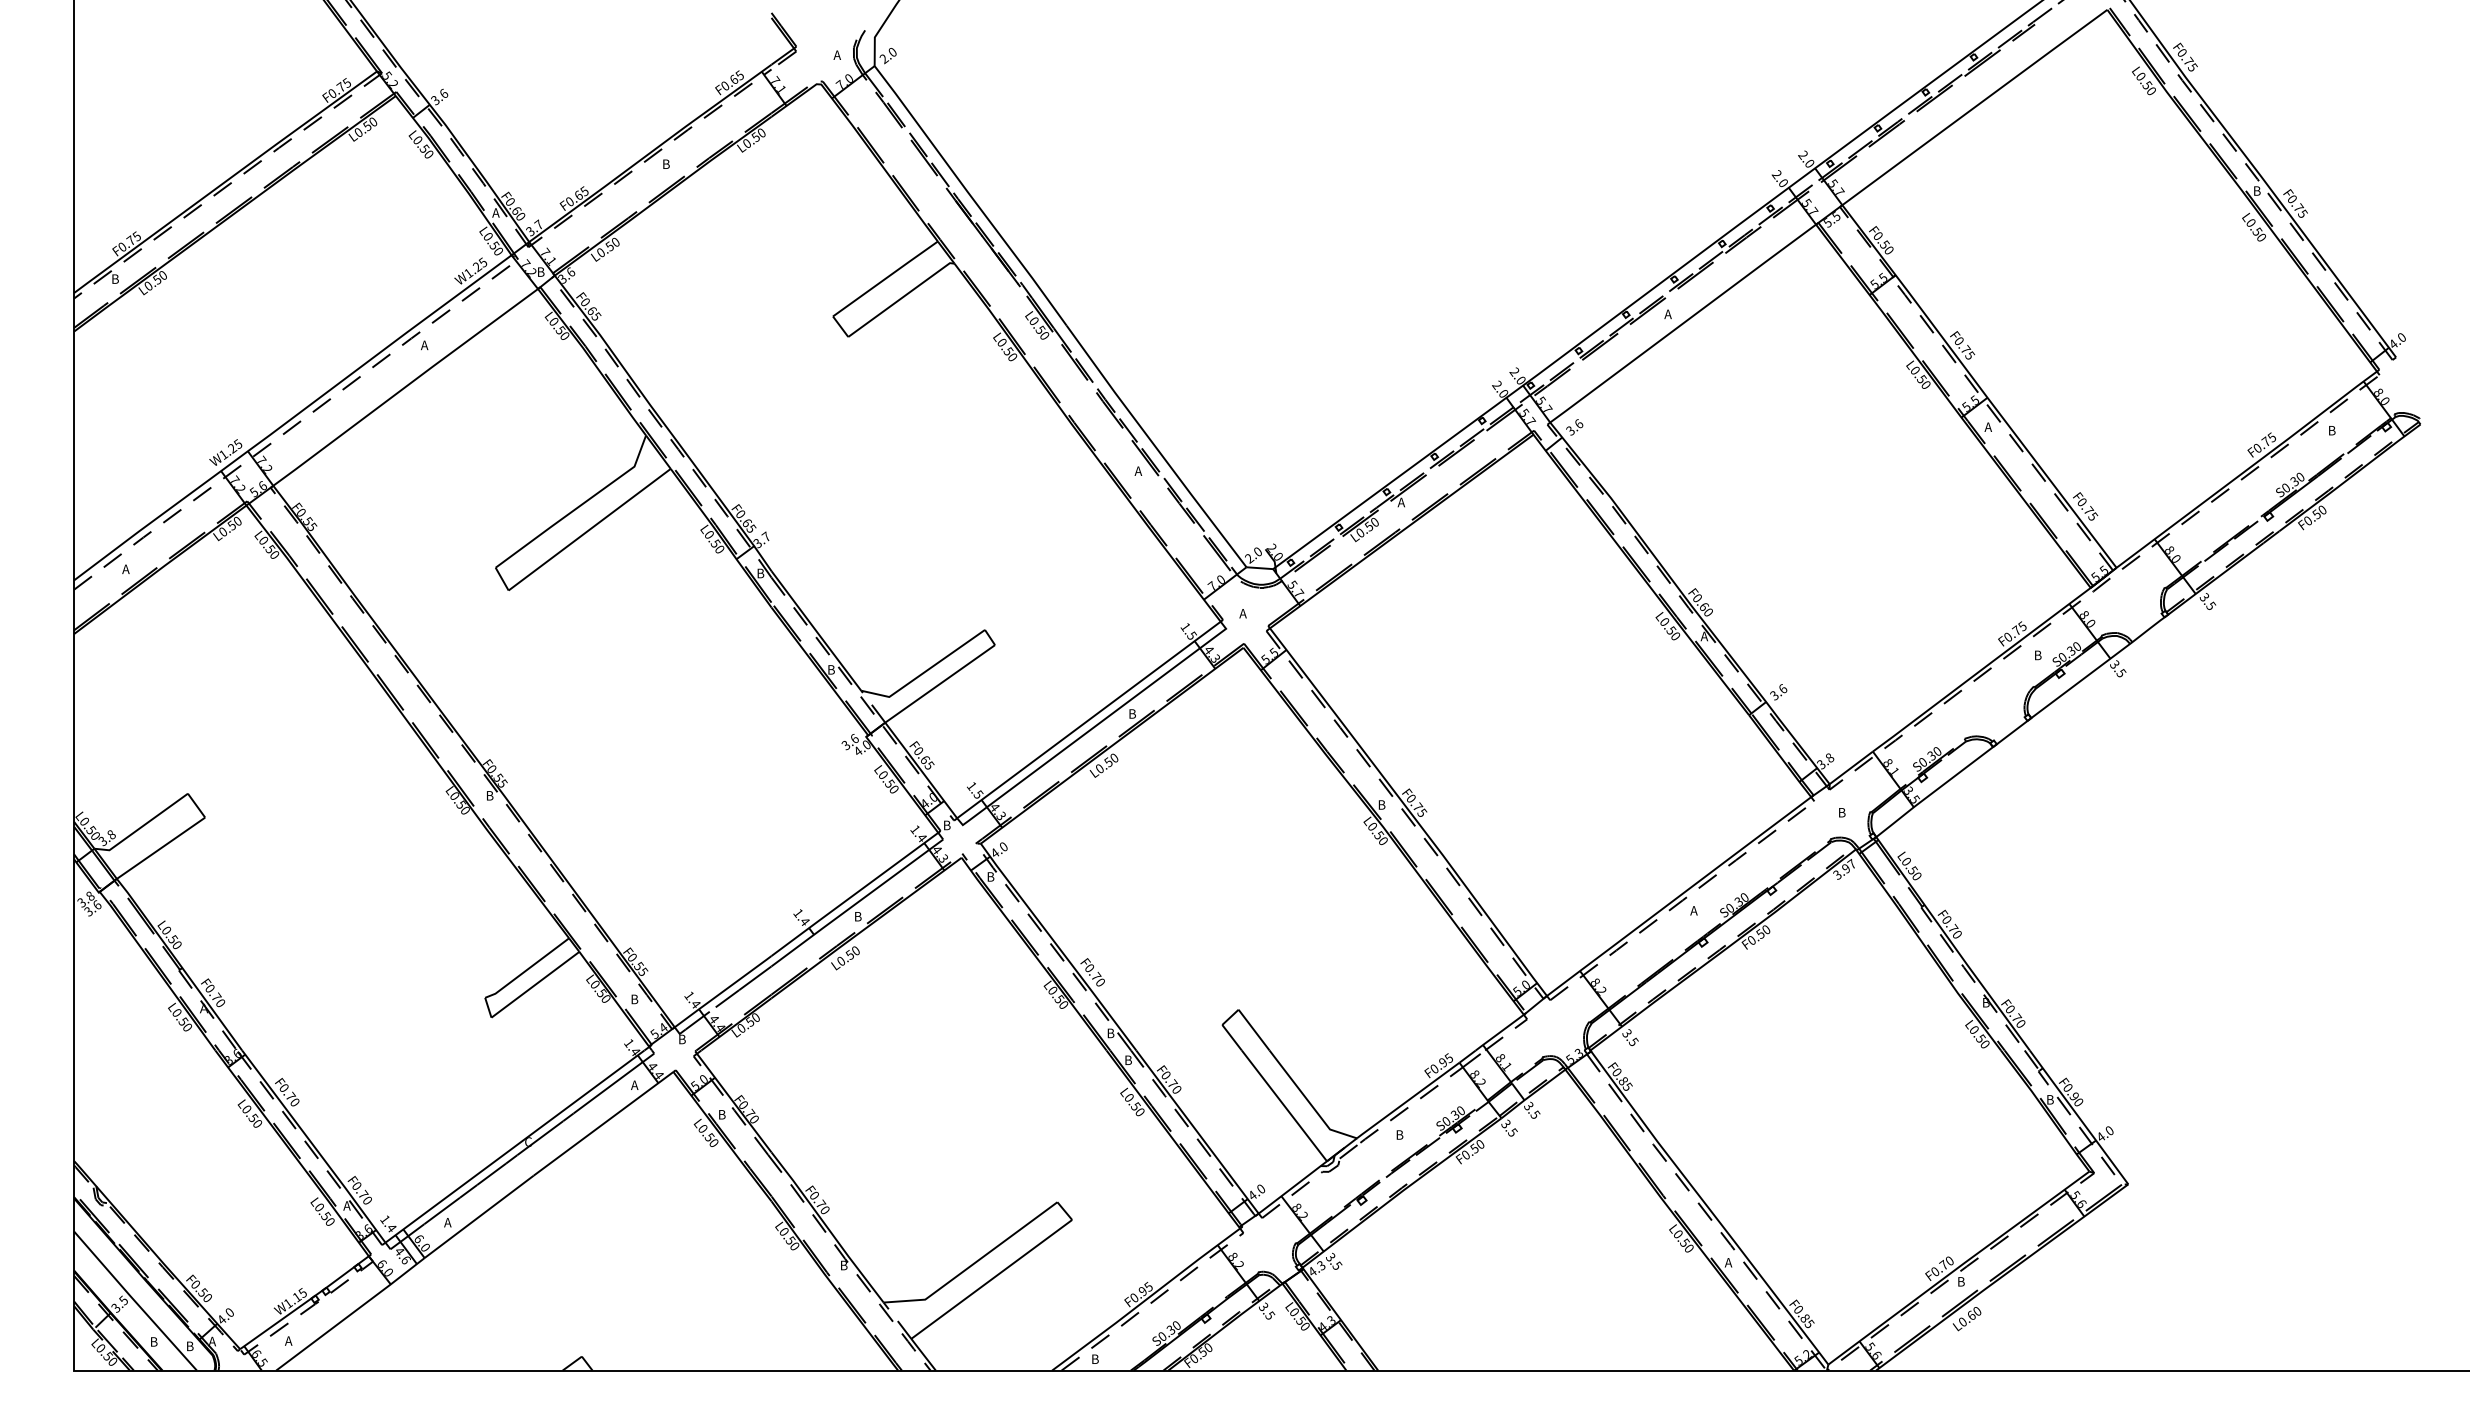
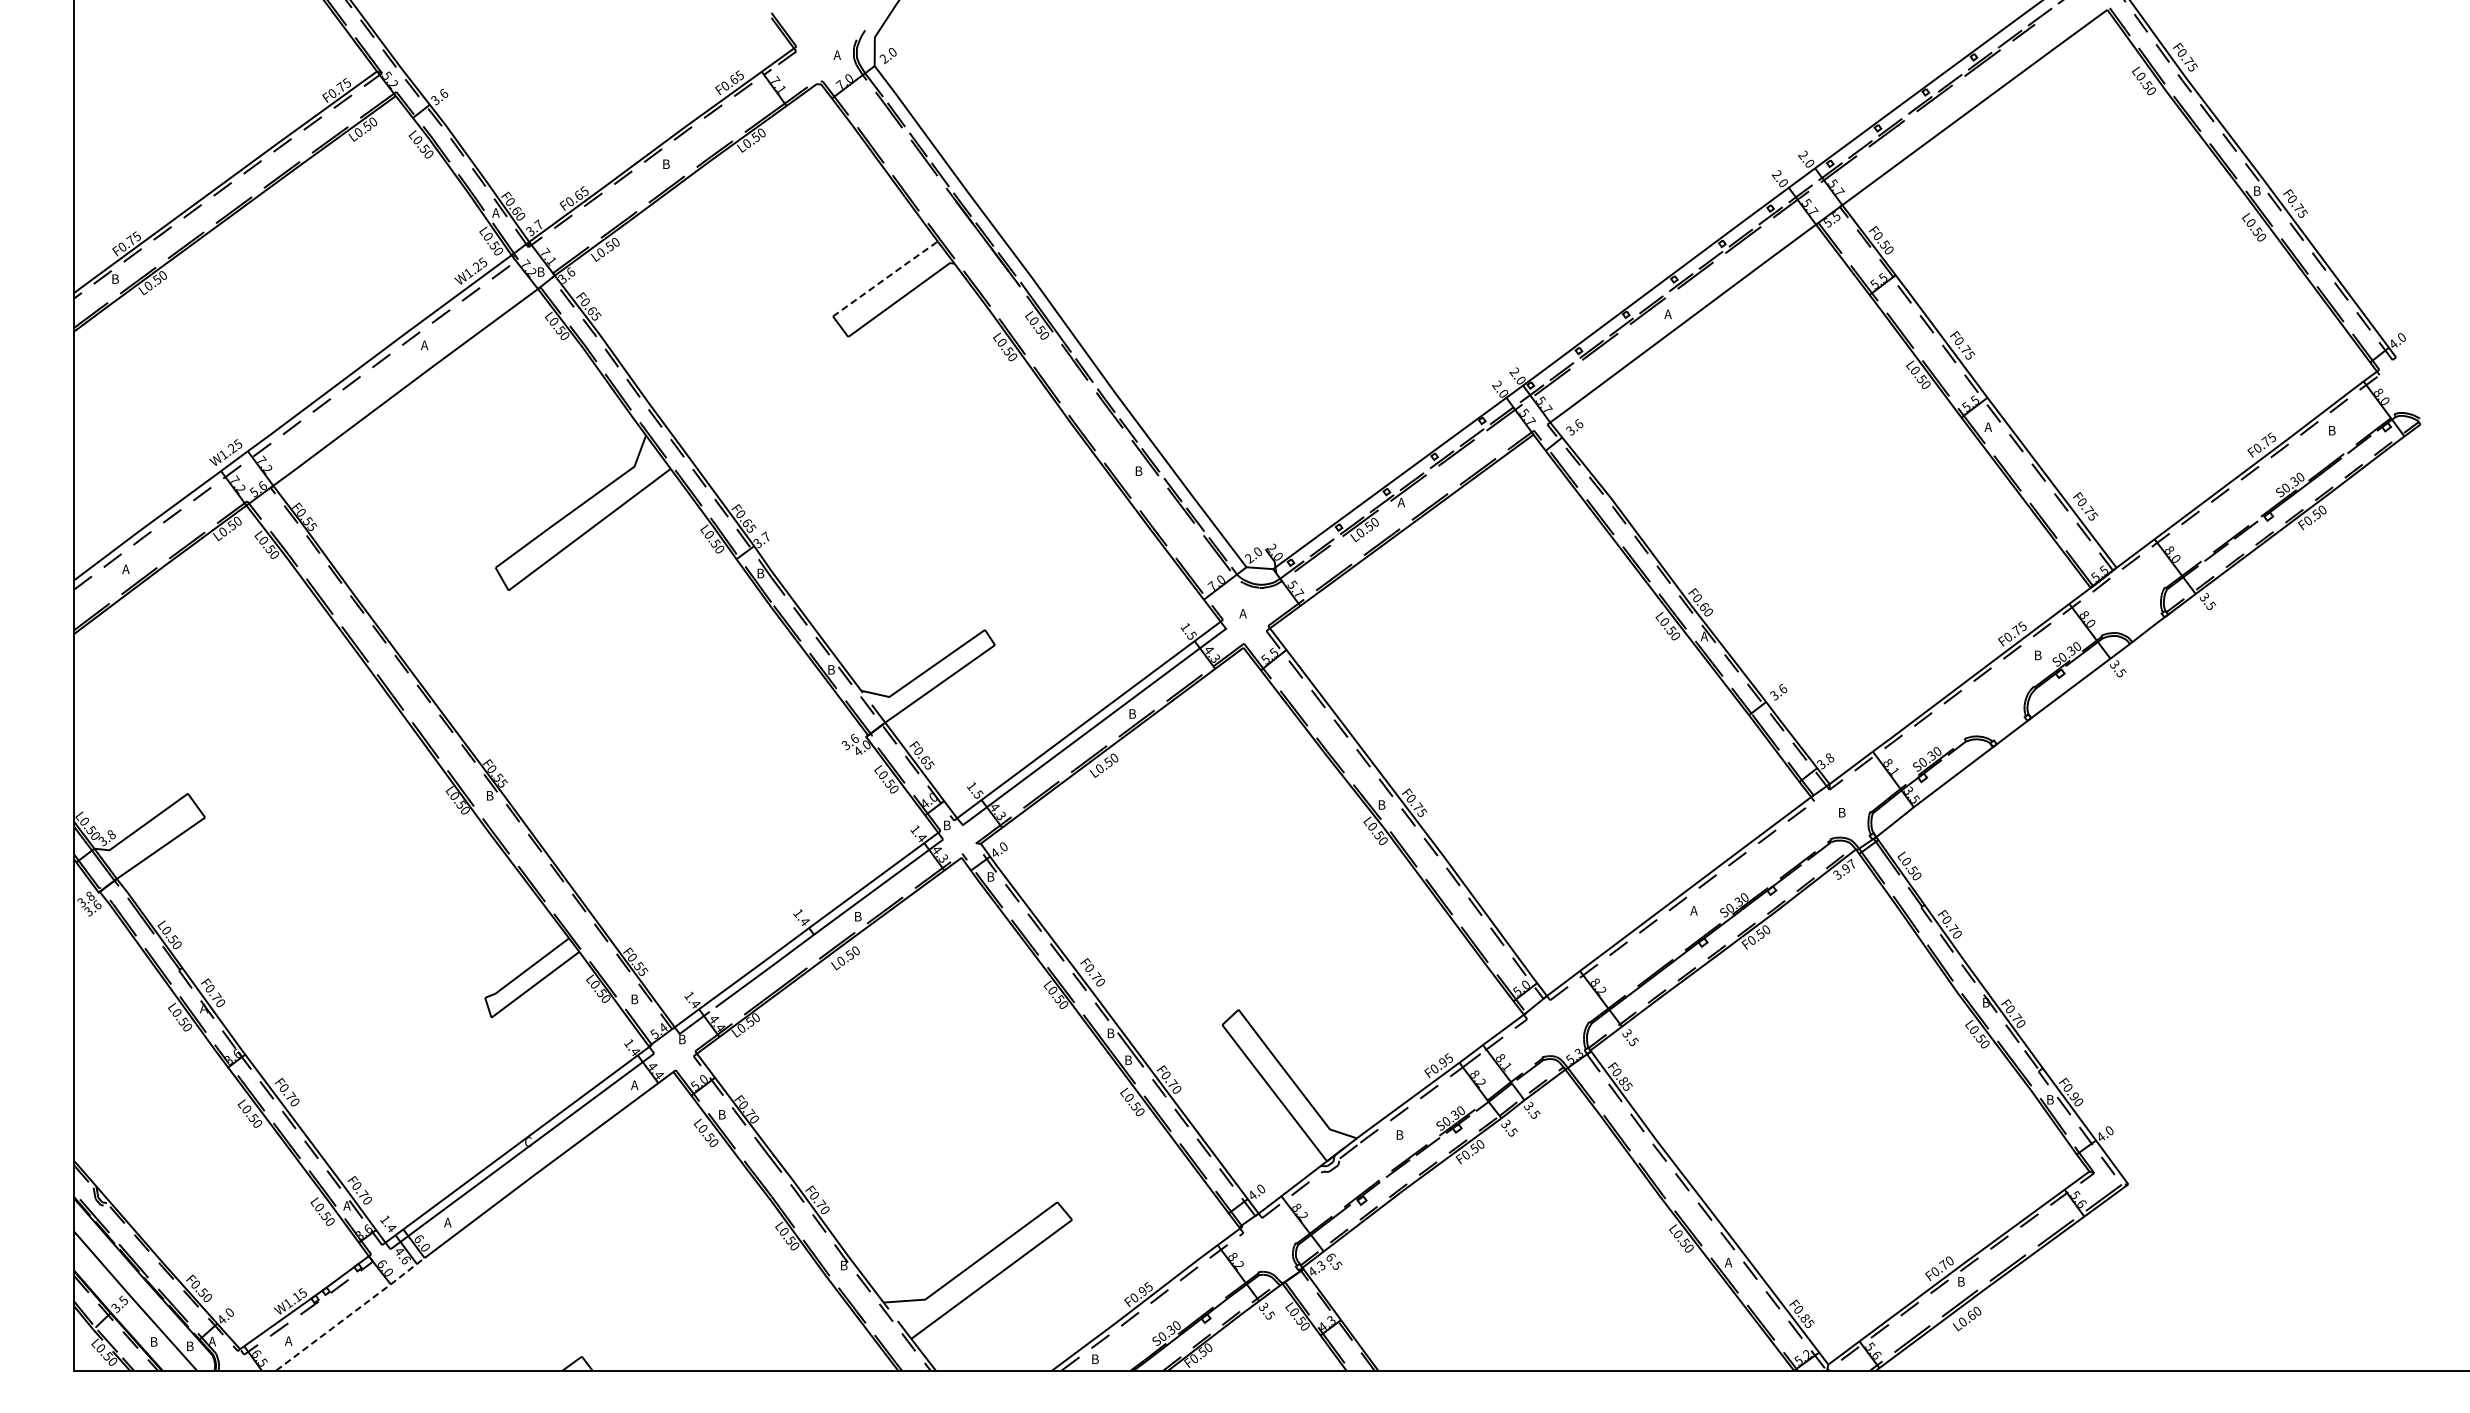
line at (886, 278): solid -> dashed
text at (1138, 470): A -> B
text at (1330, 1256): 3.5 -> 6.5
line at (351, 1314): solid -> dashed
